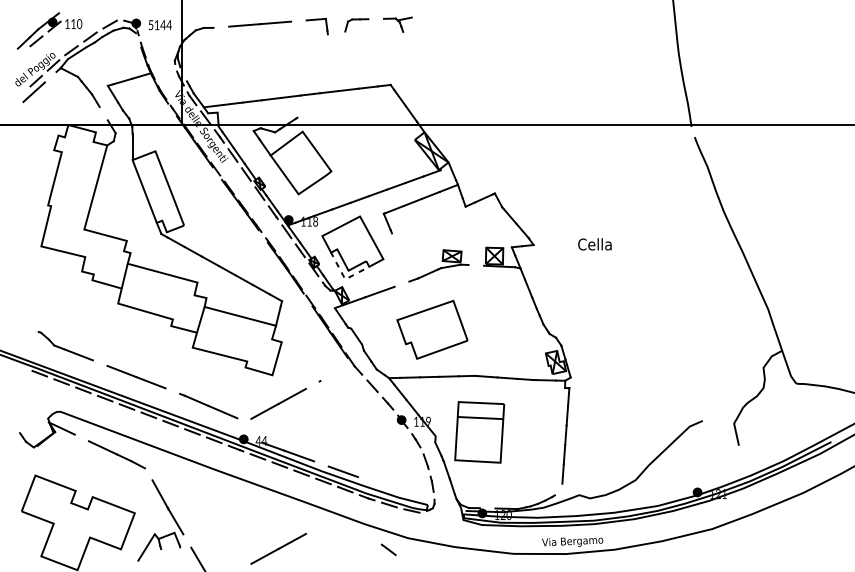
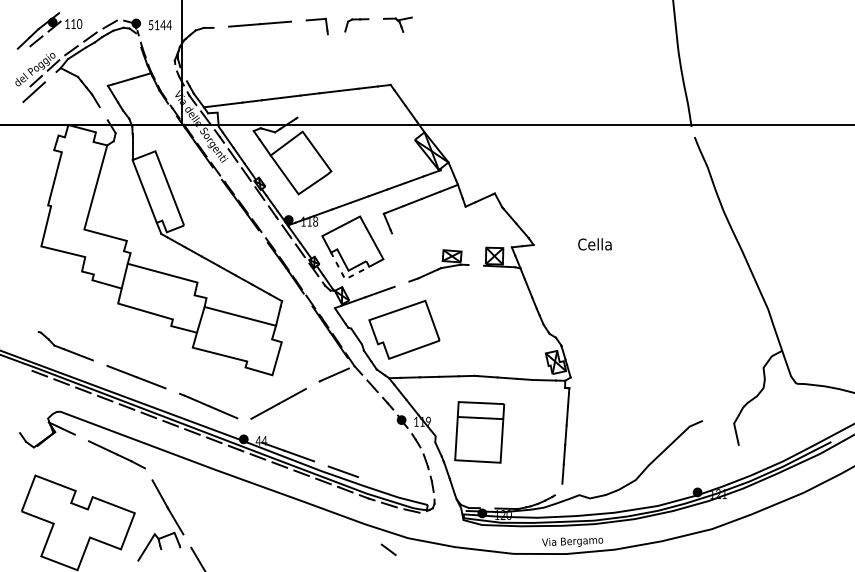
part at (432, 329) position: (432, 329) -> (404, 329)
line at (334, 374): none -> present
line at (278, 548): present -> none
